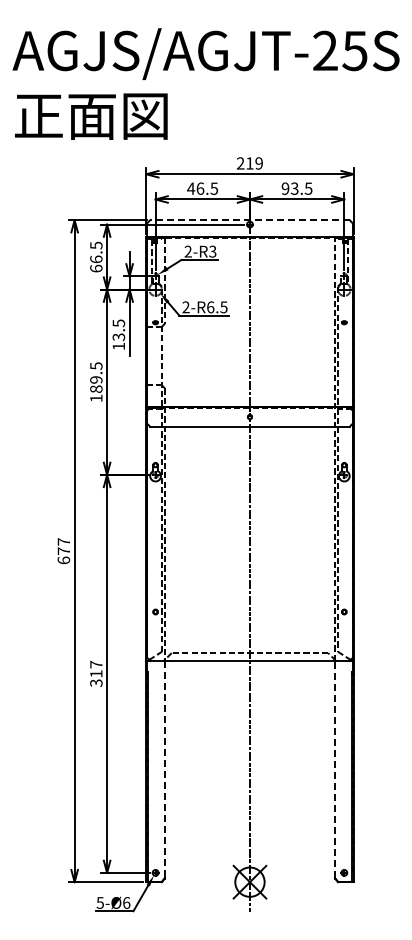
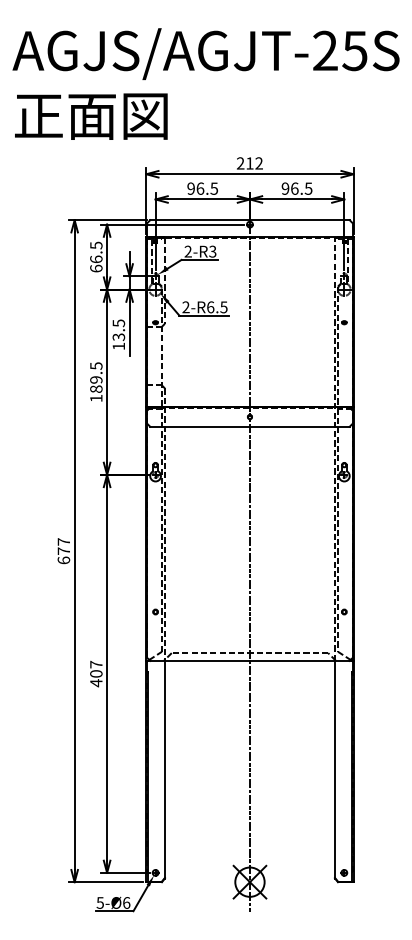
text at (258, 163): 219 -> 212
text at (191, 188): 46.5 -> 96.5
text at (294, 188): 93.5 -> 96.5
line at (249, 220): dashed -> solid
text at (96, 678): 317 -> 407
line at (164, 769): dashed -> solid
line at (335, 769): dashed -> solid
